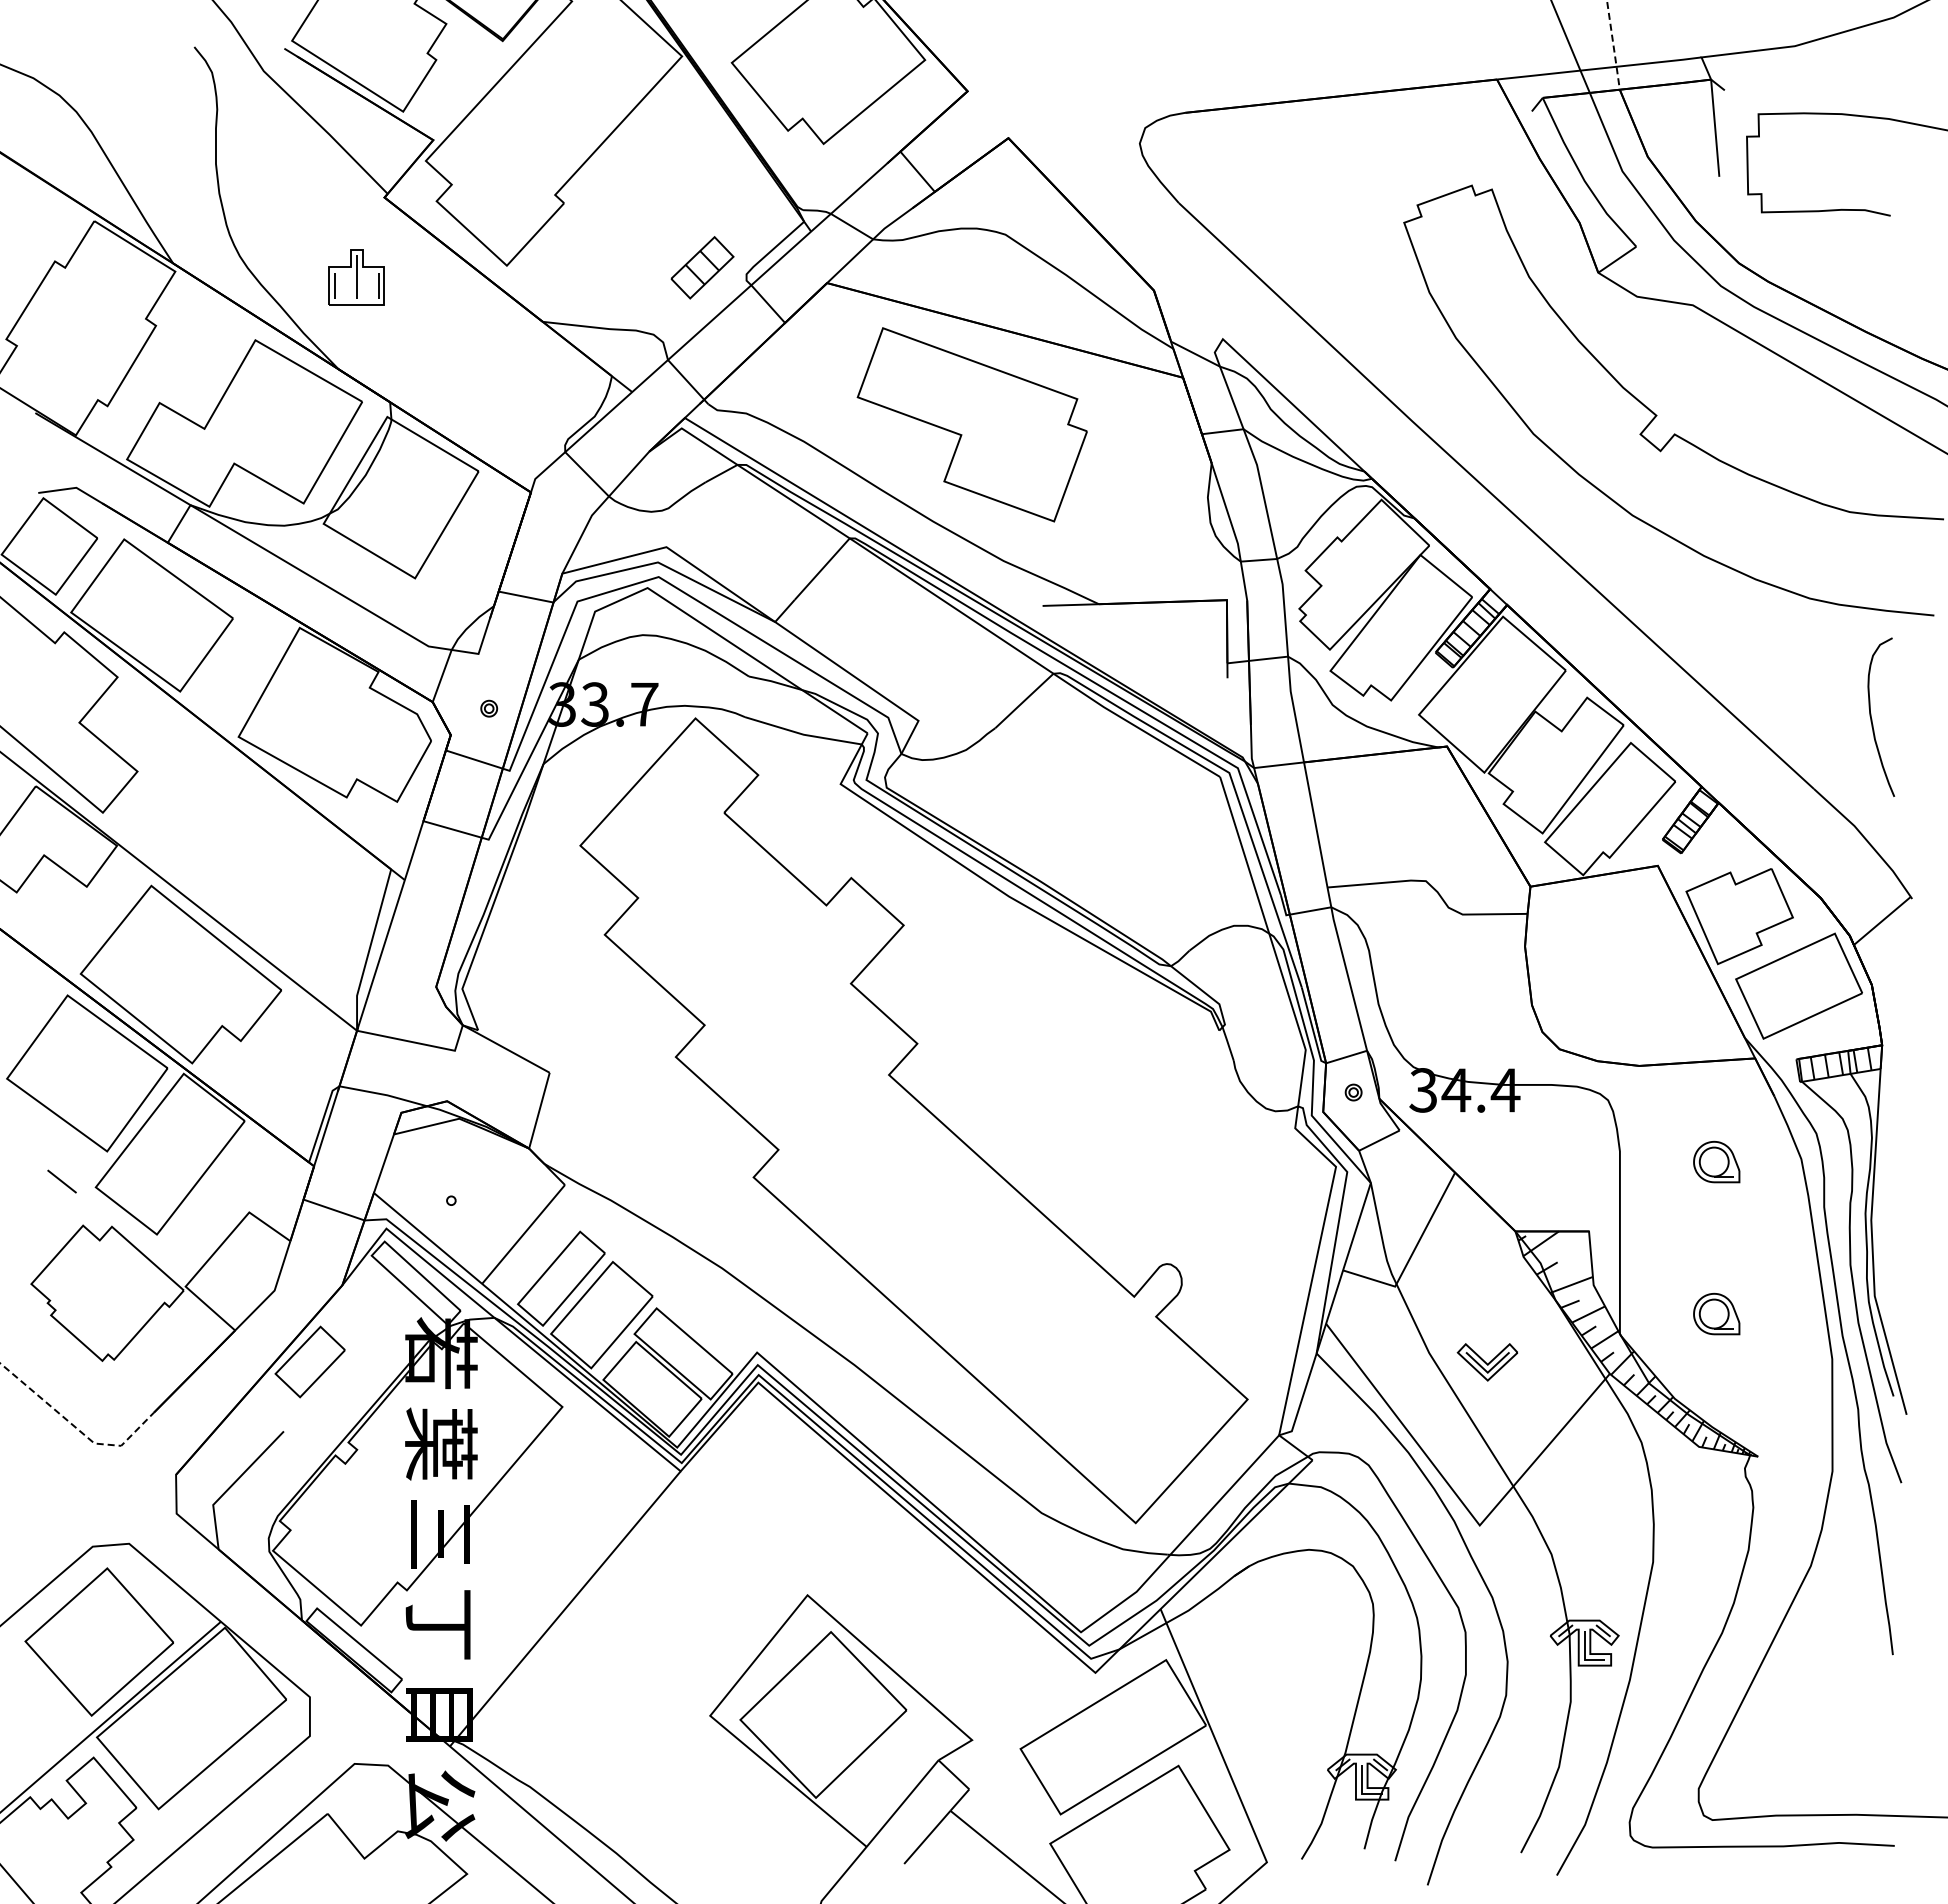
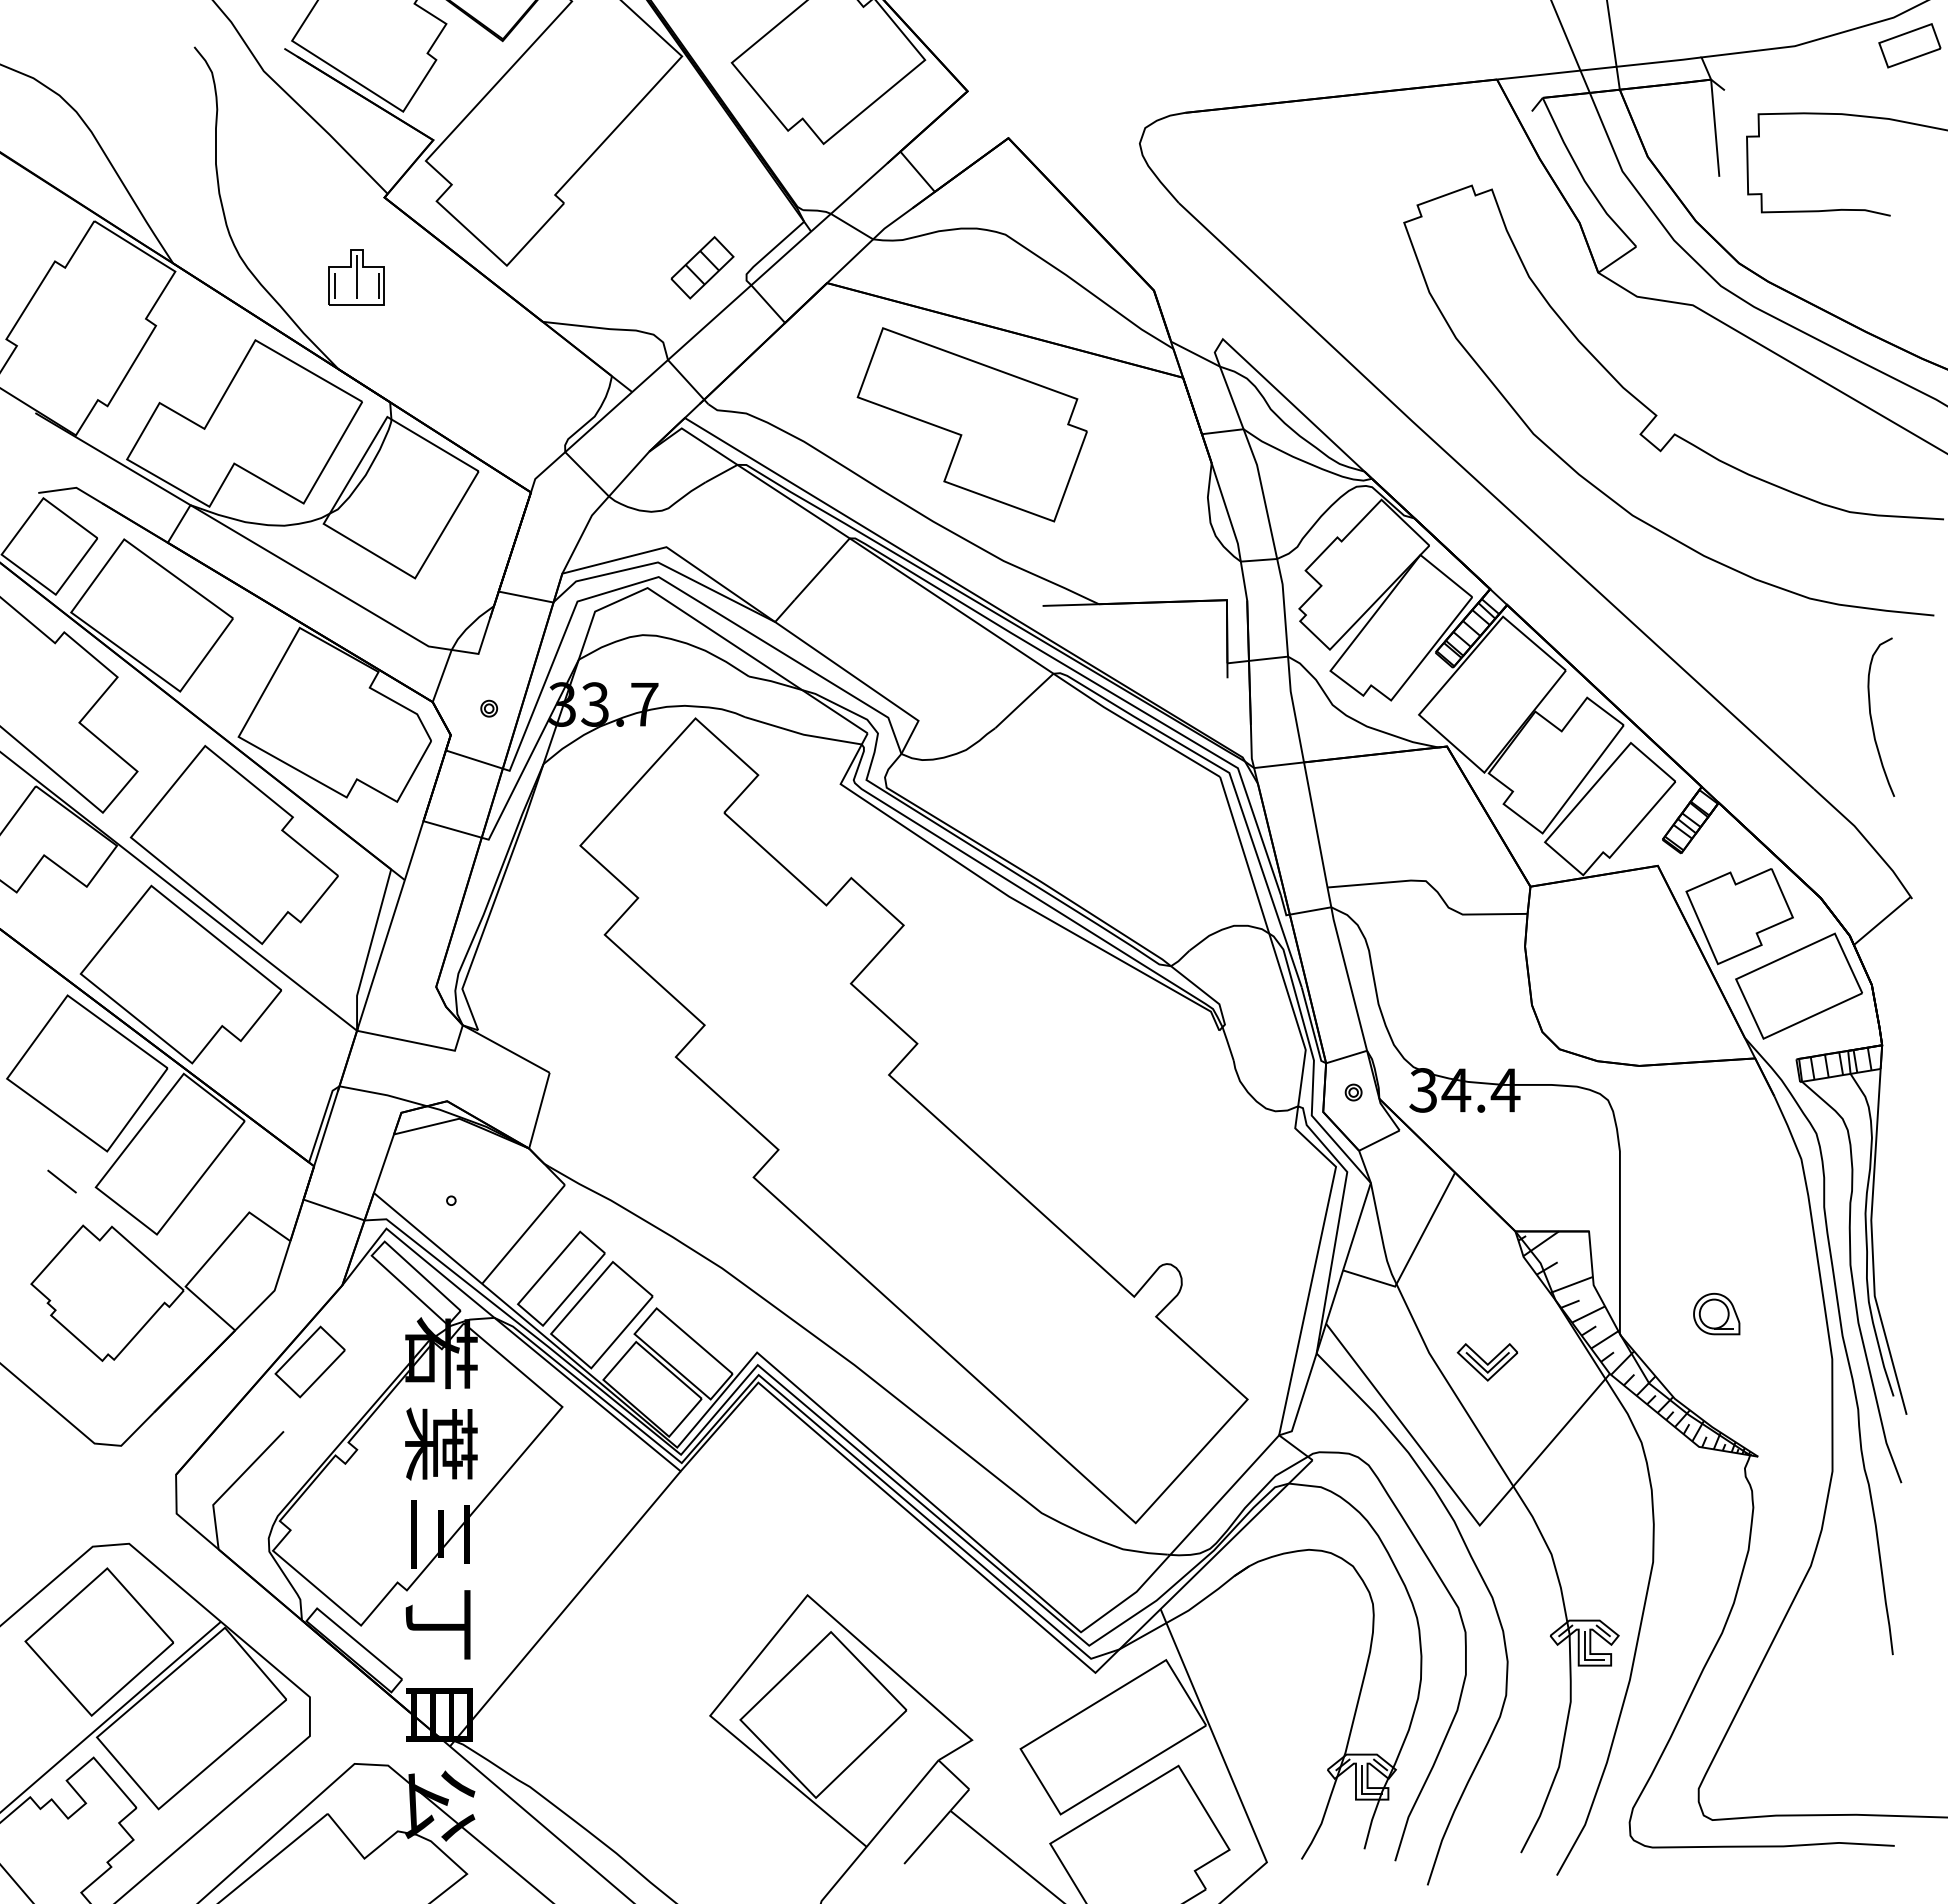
part at (1909, 45): none -> present
line at (1613, 46): dashed -> solid
part at (233, 844): none -> present
part at (1716, 1161): present -> none
line at (76, 1428): dashed -> solid
